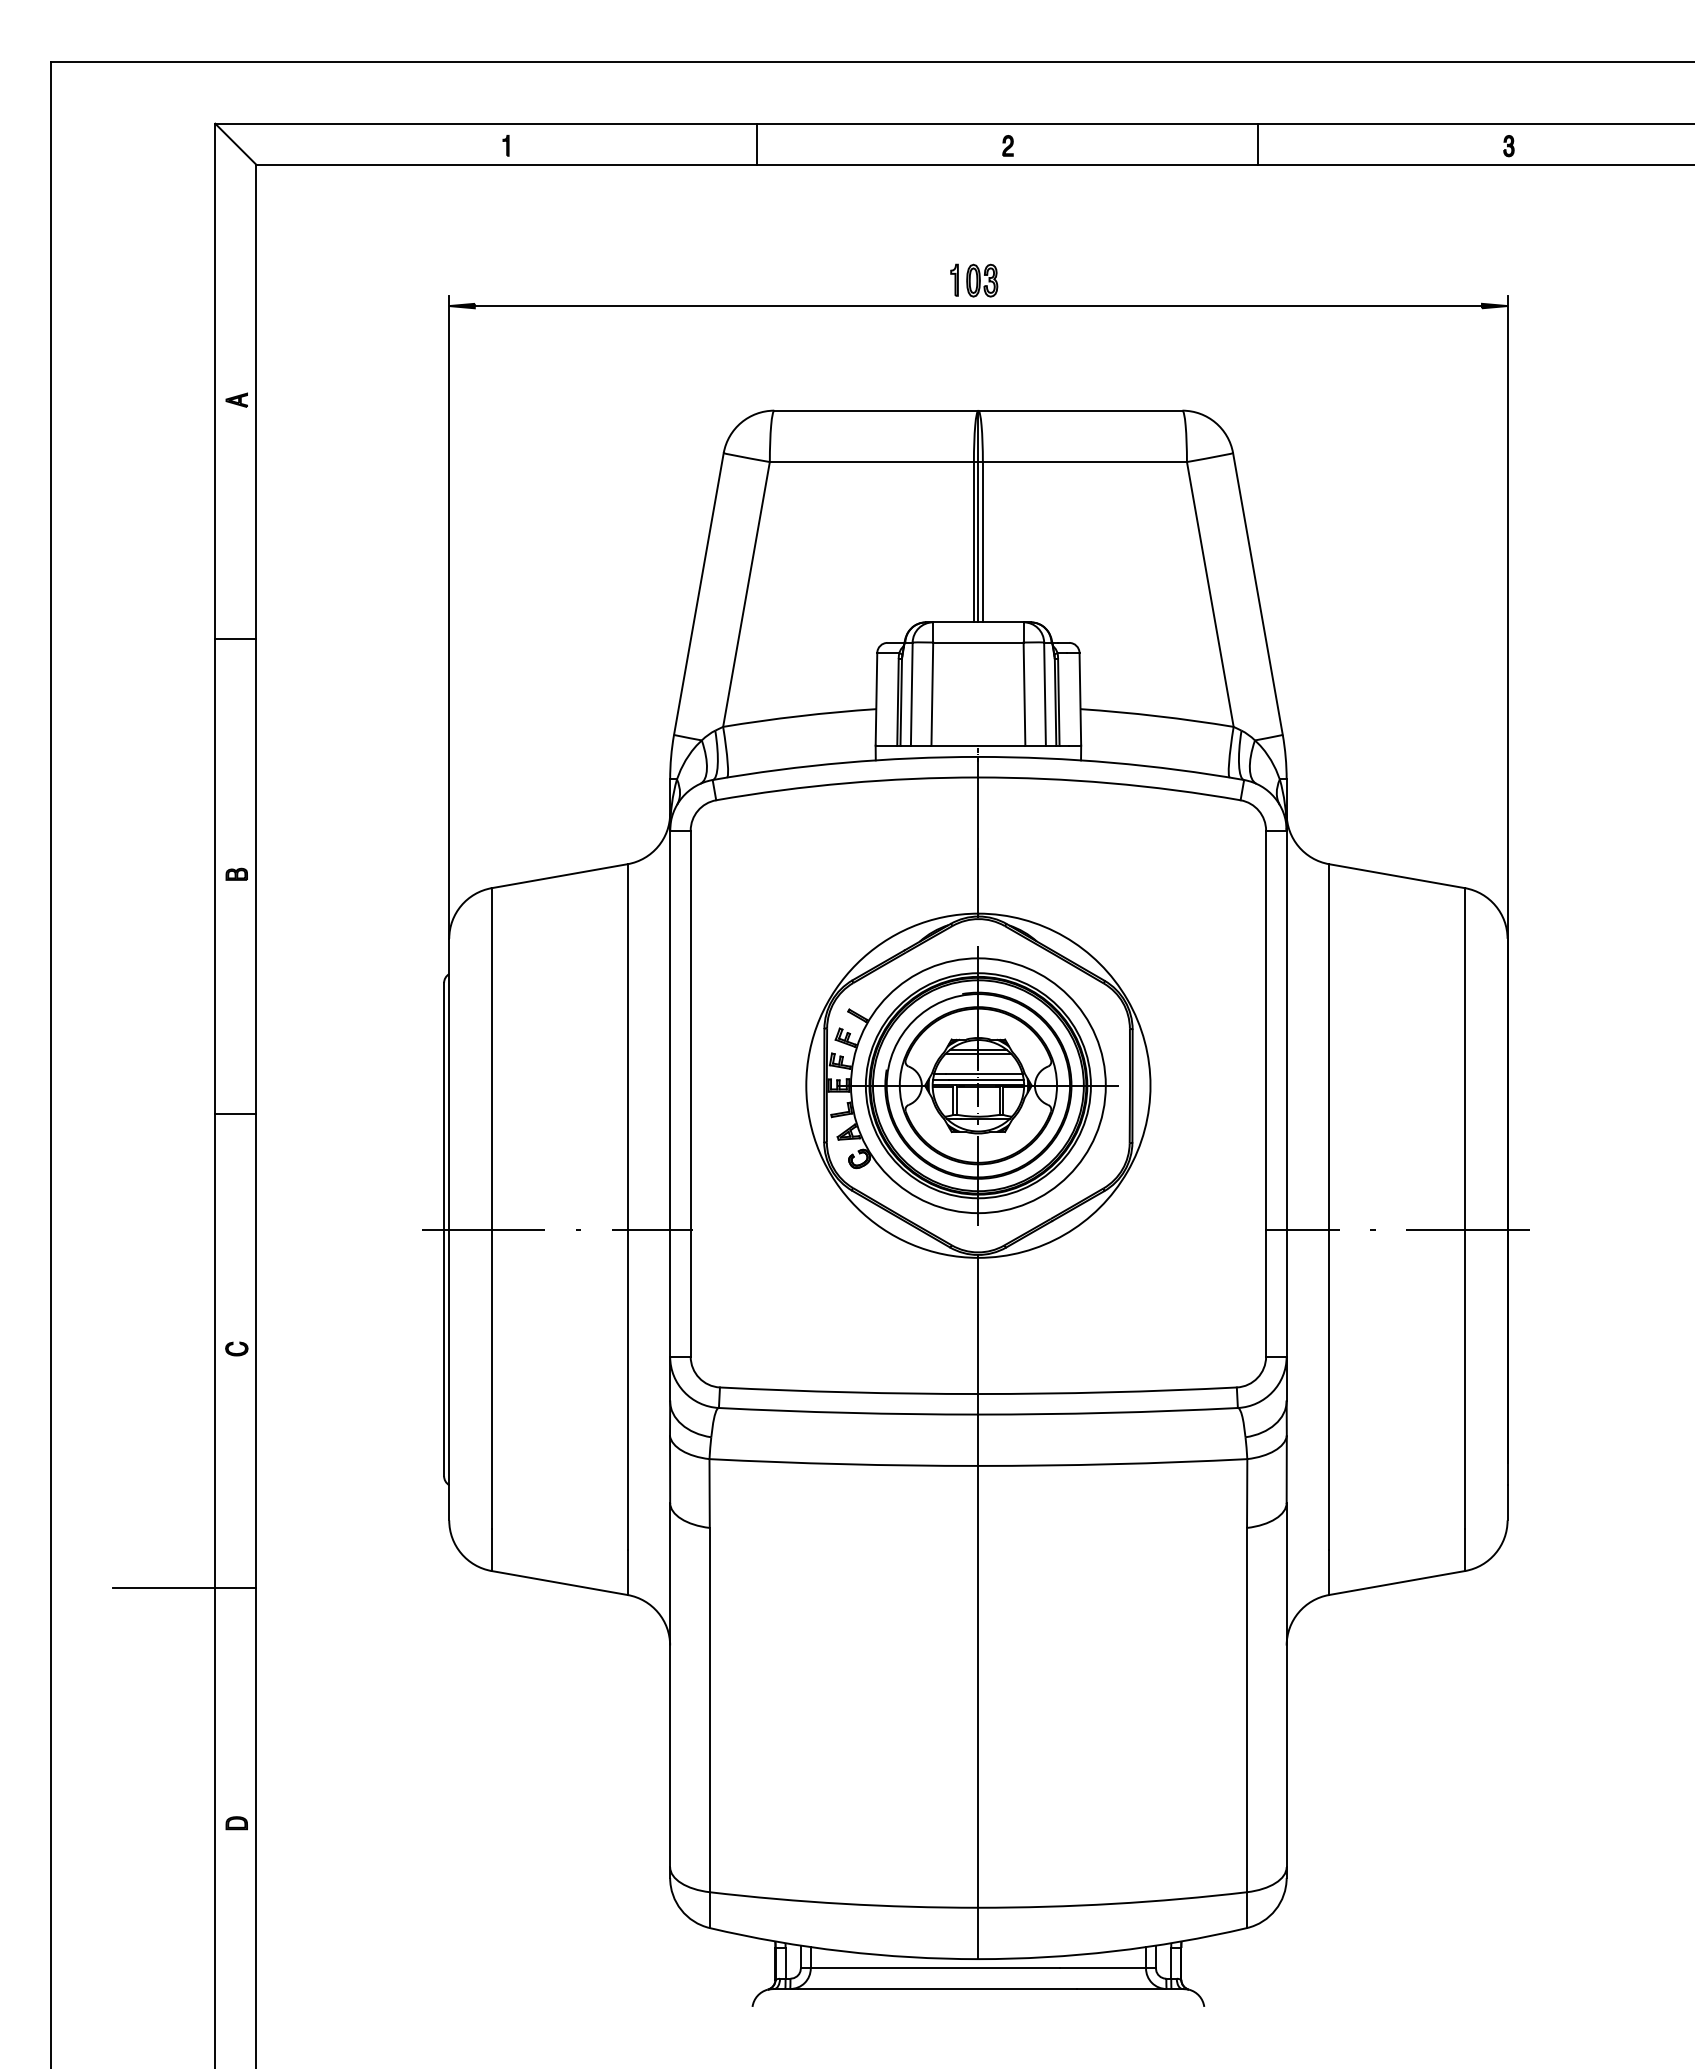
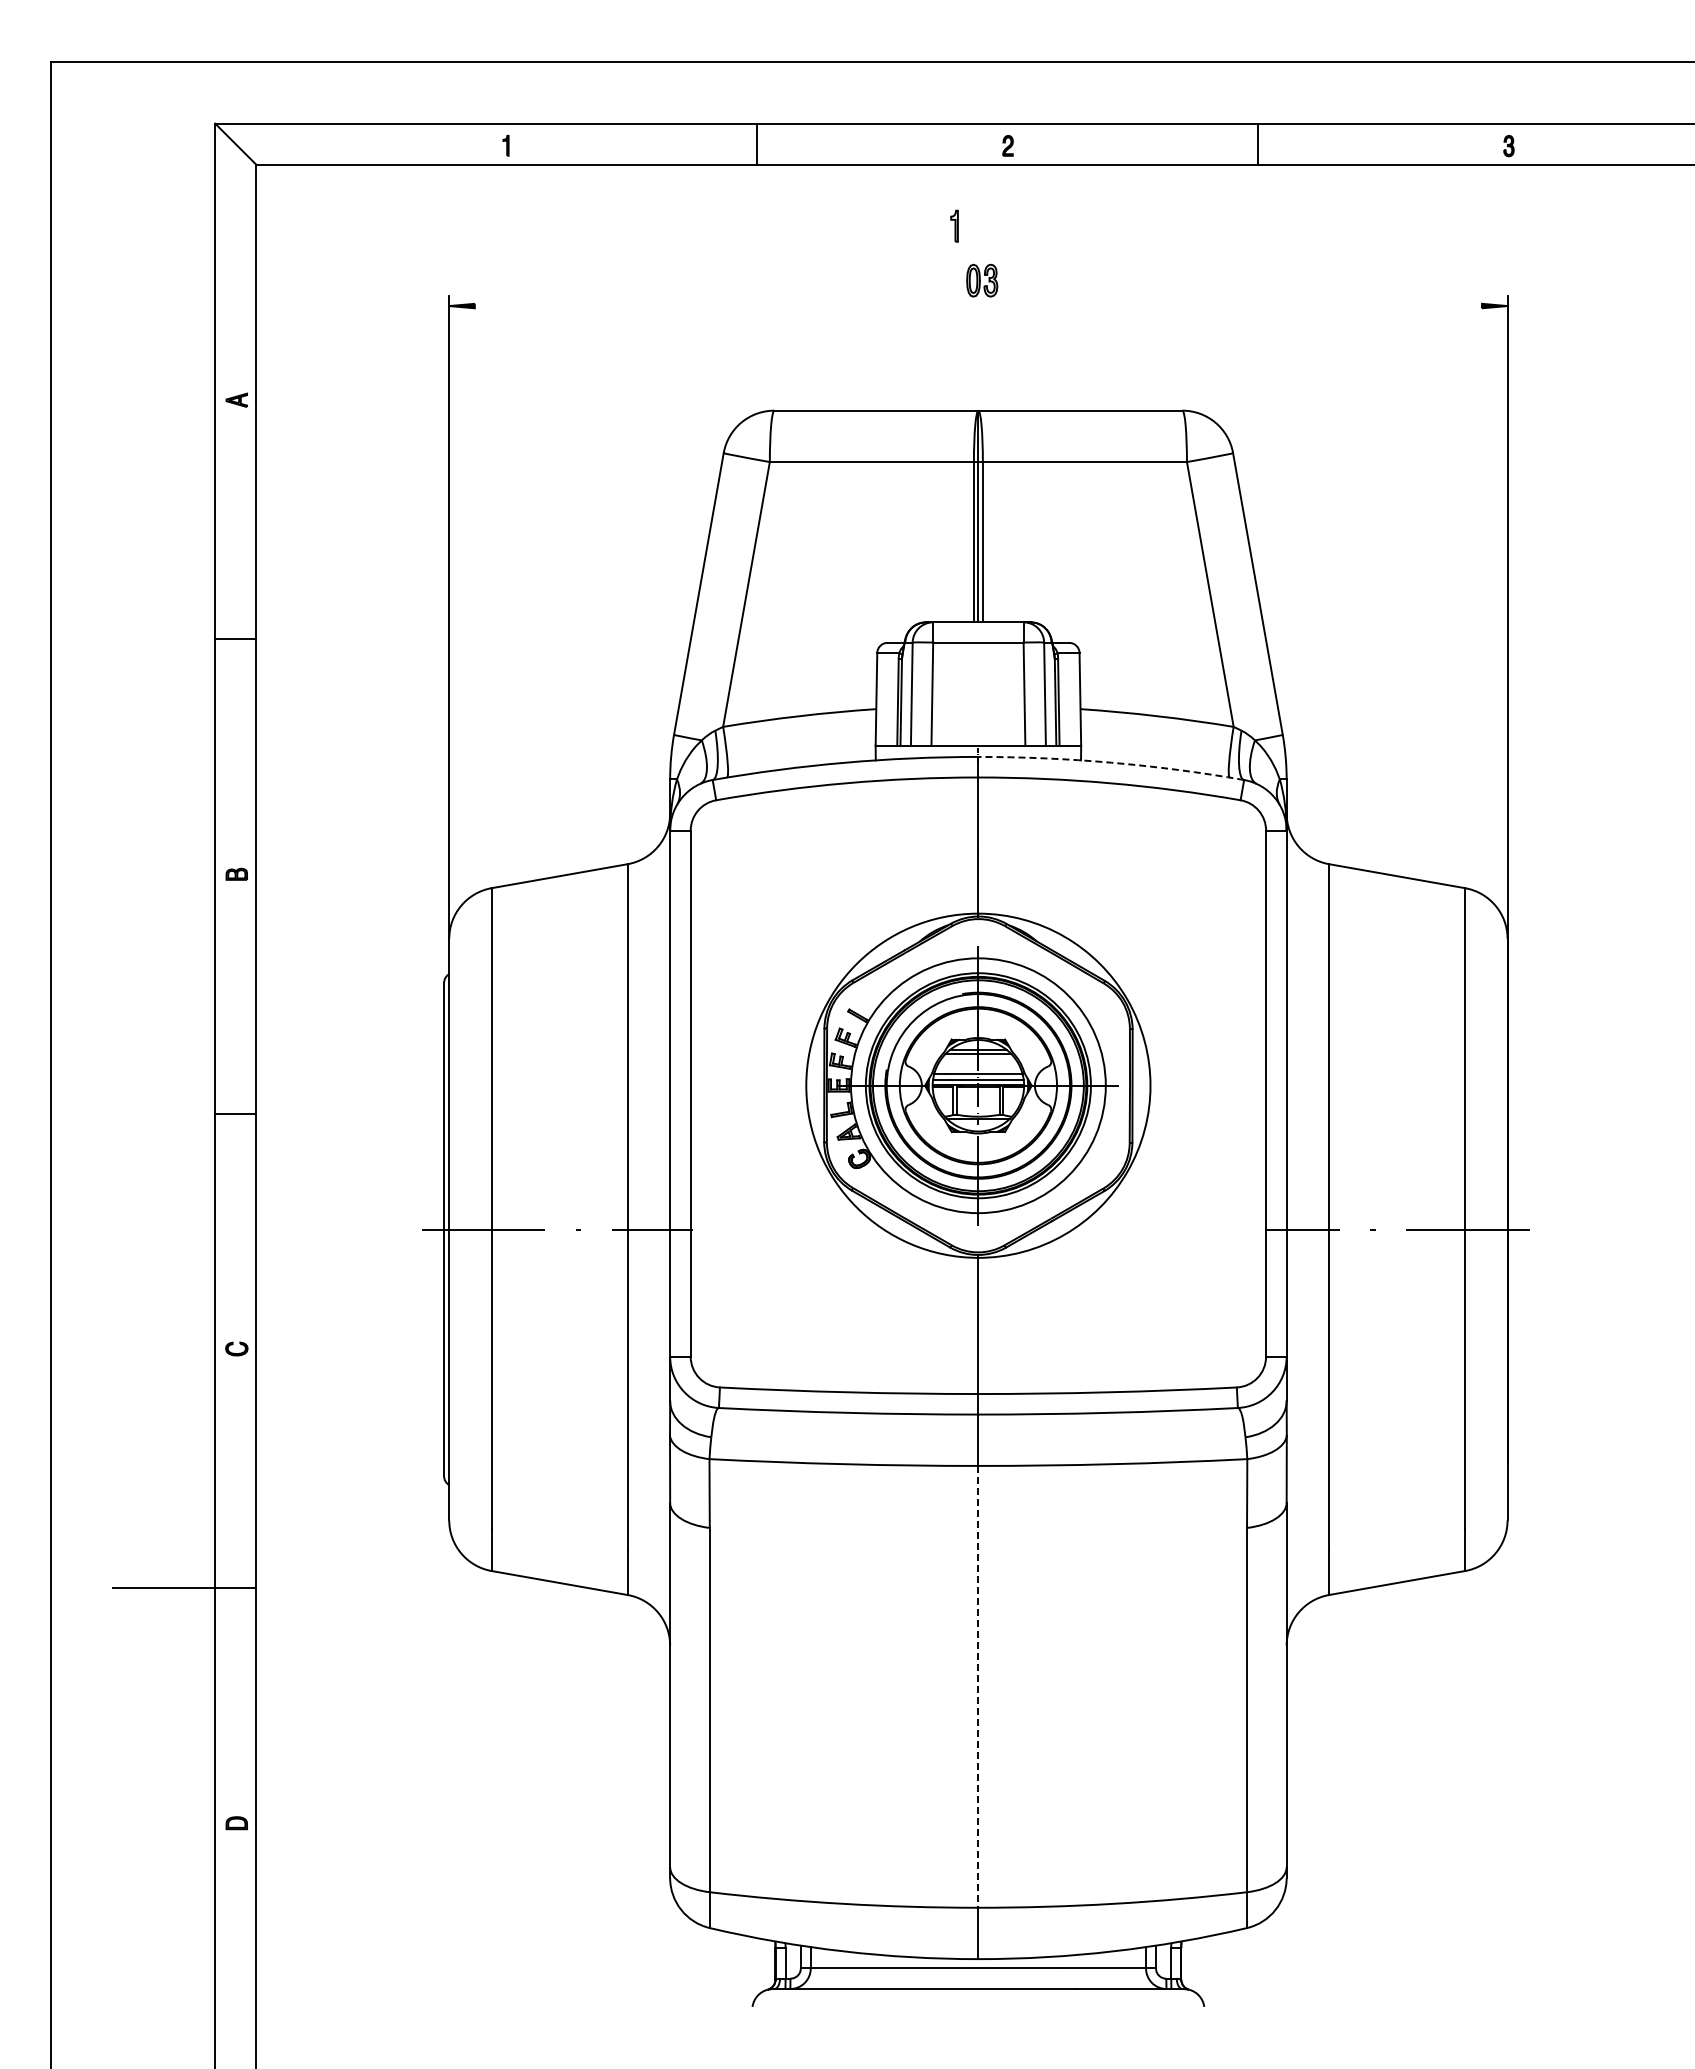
part at (954, 279) position: (954, 279) -> (954, 225)
line at (977, 306): present -> none
arc at (1111, 762): solid -> dashed
line at (978, 1686): solid -> dashed
